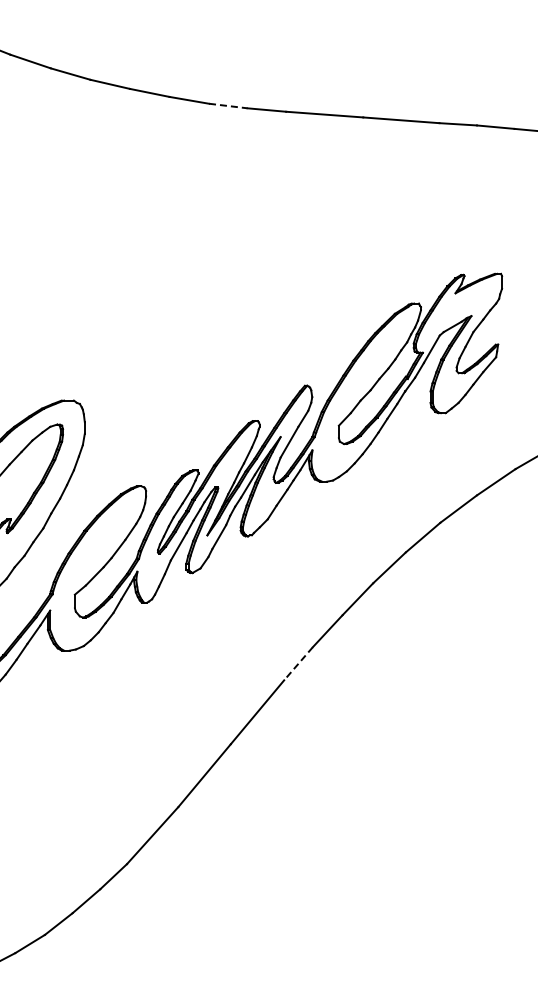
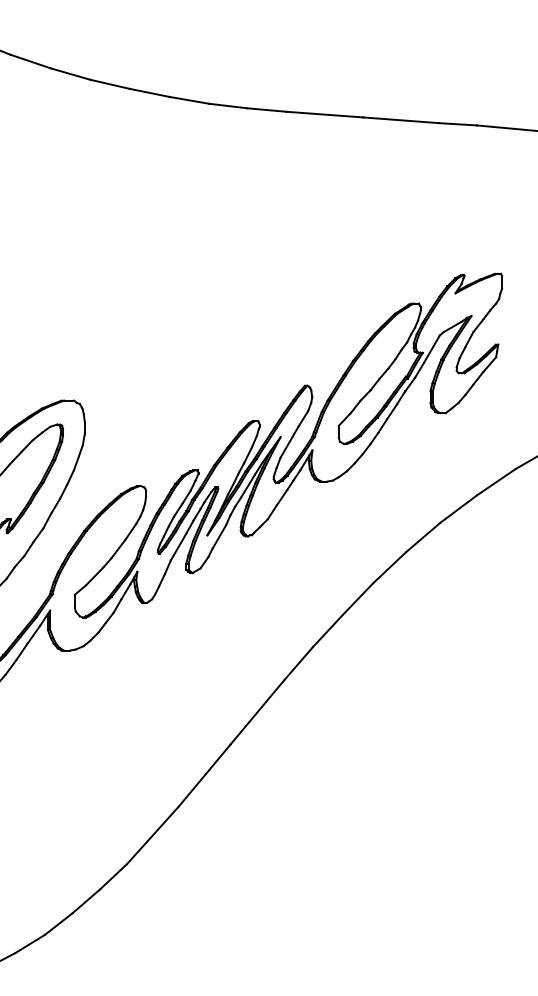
line at (228, 106): dashed -> solid
line at (298, 663): dashed -> solid
